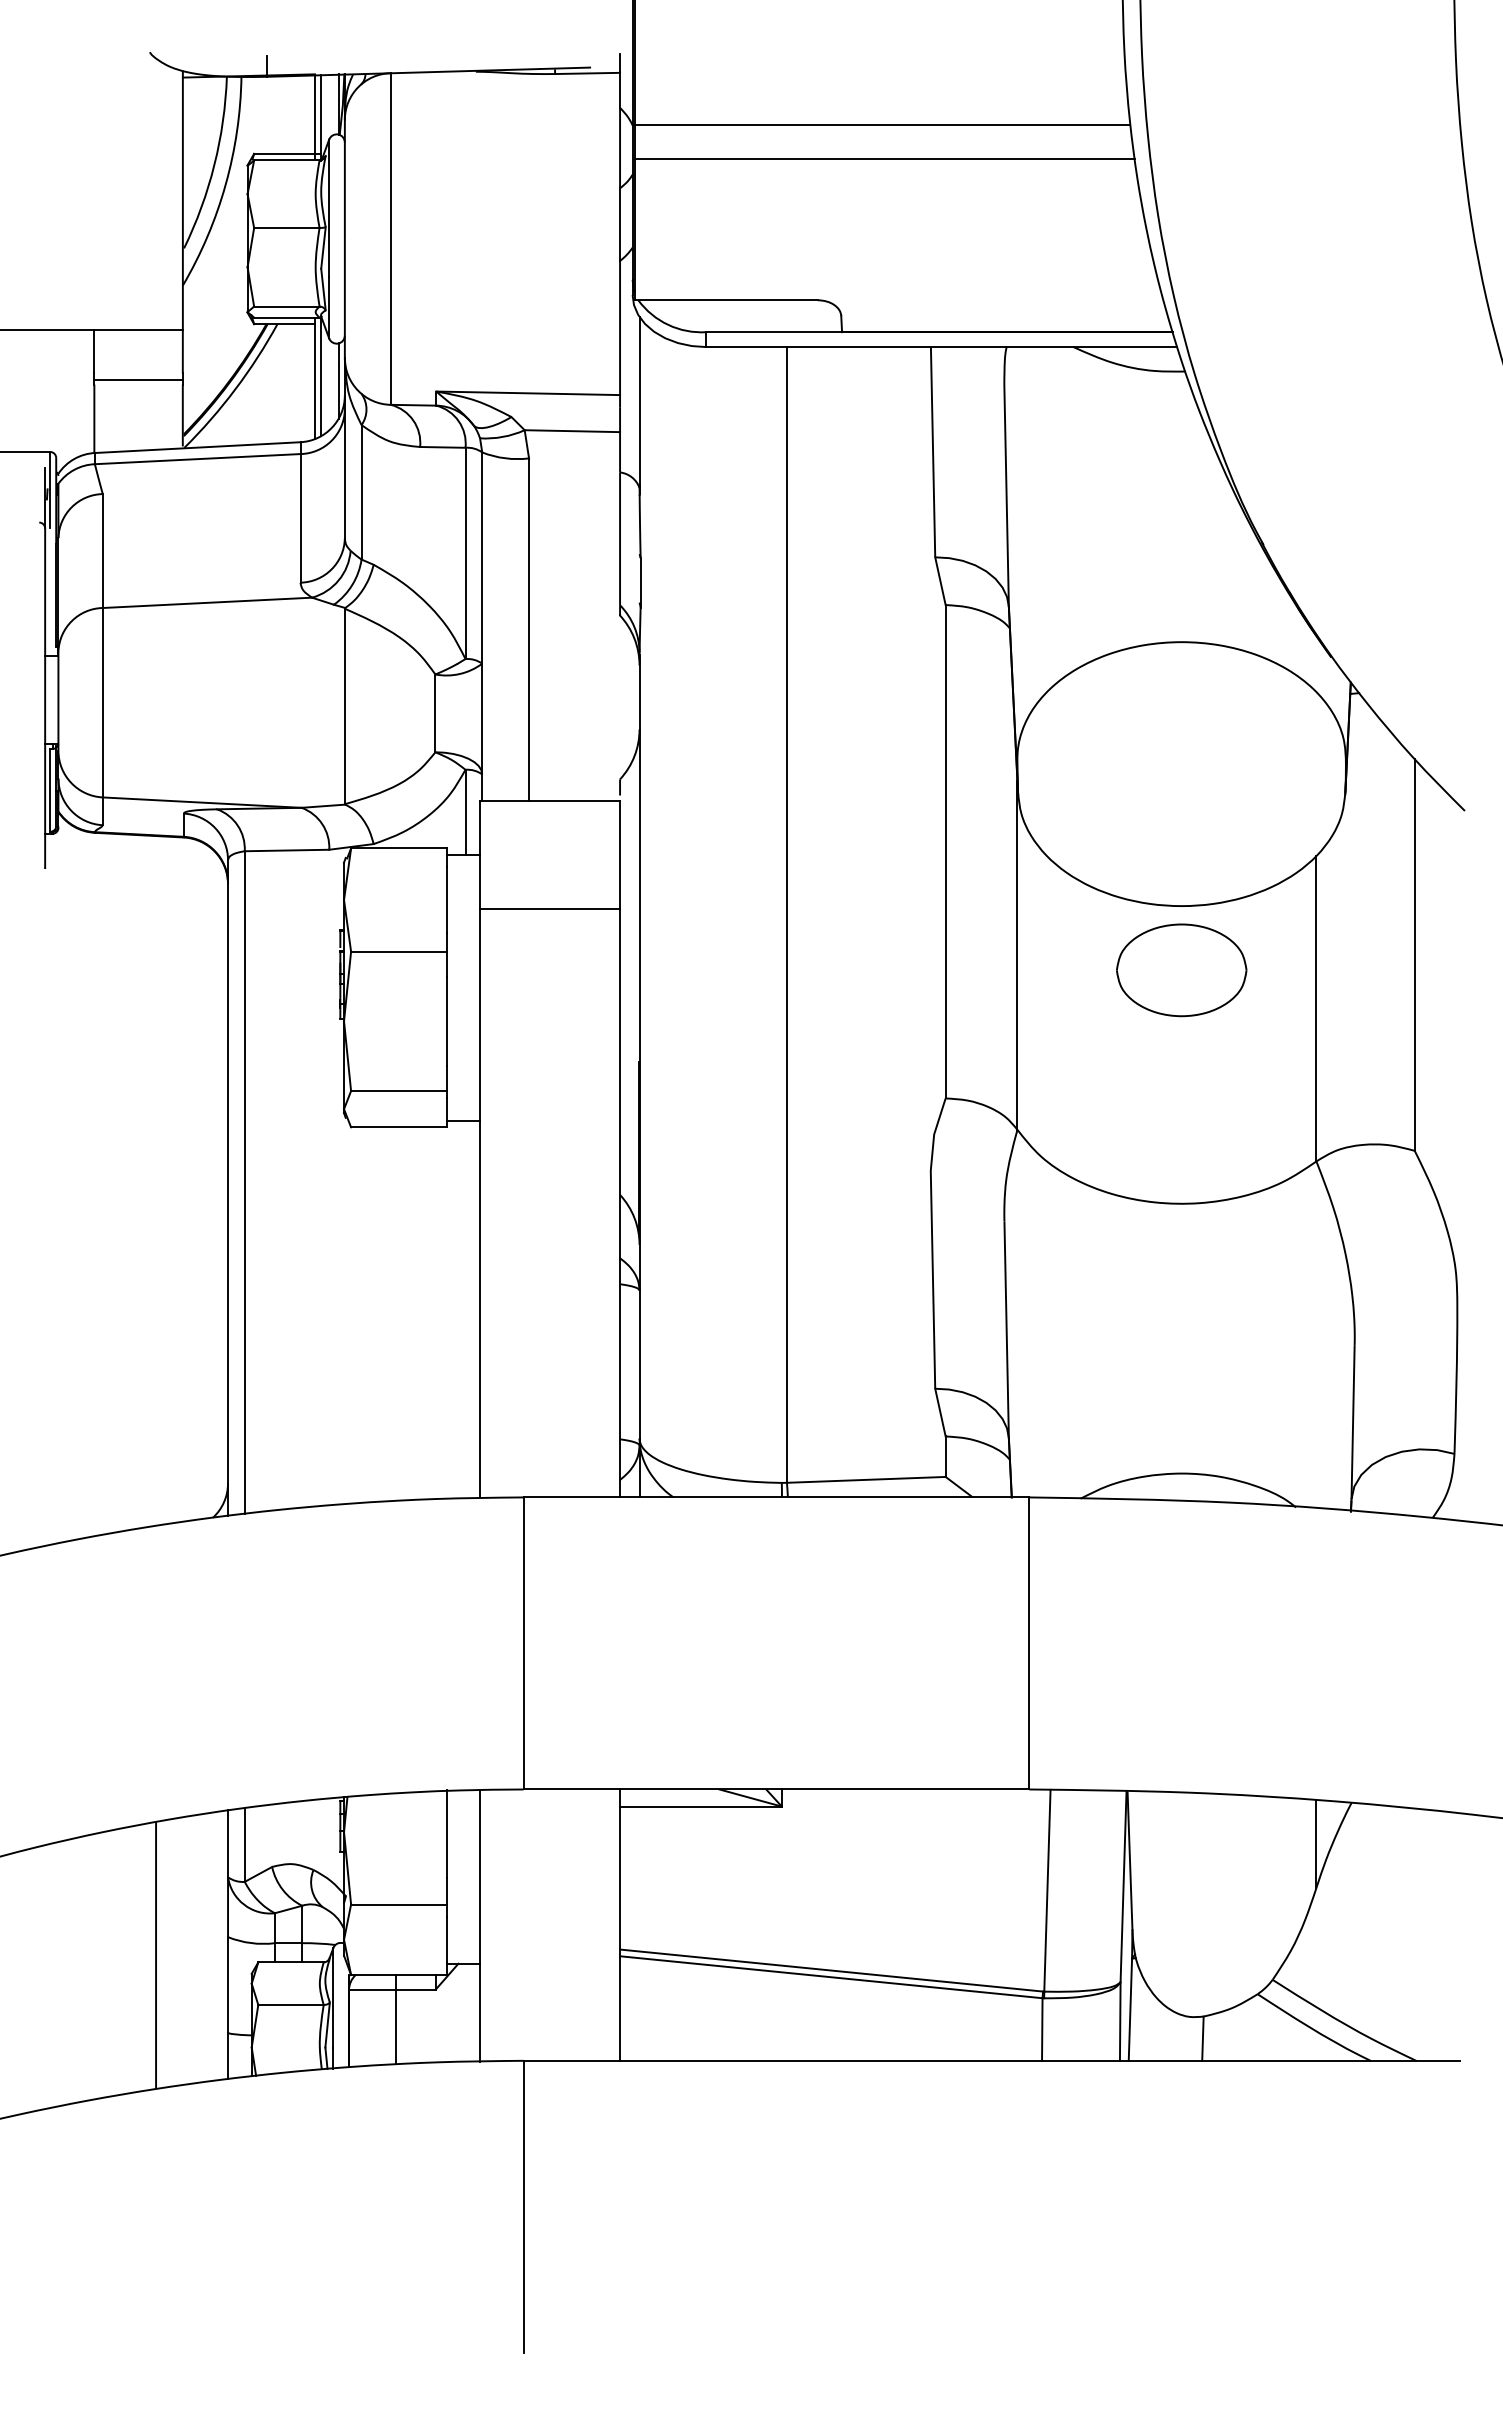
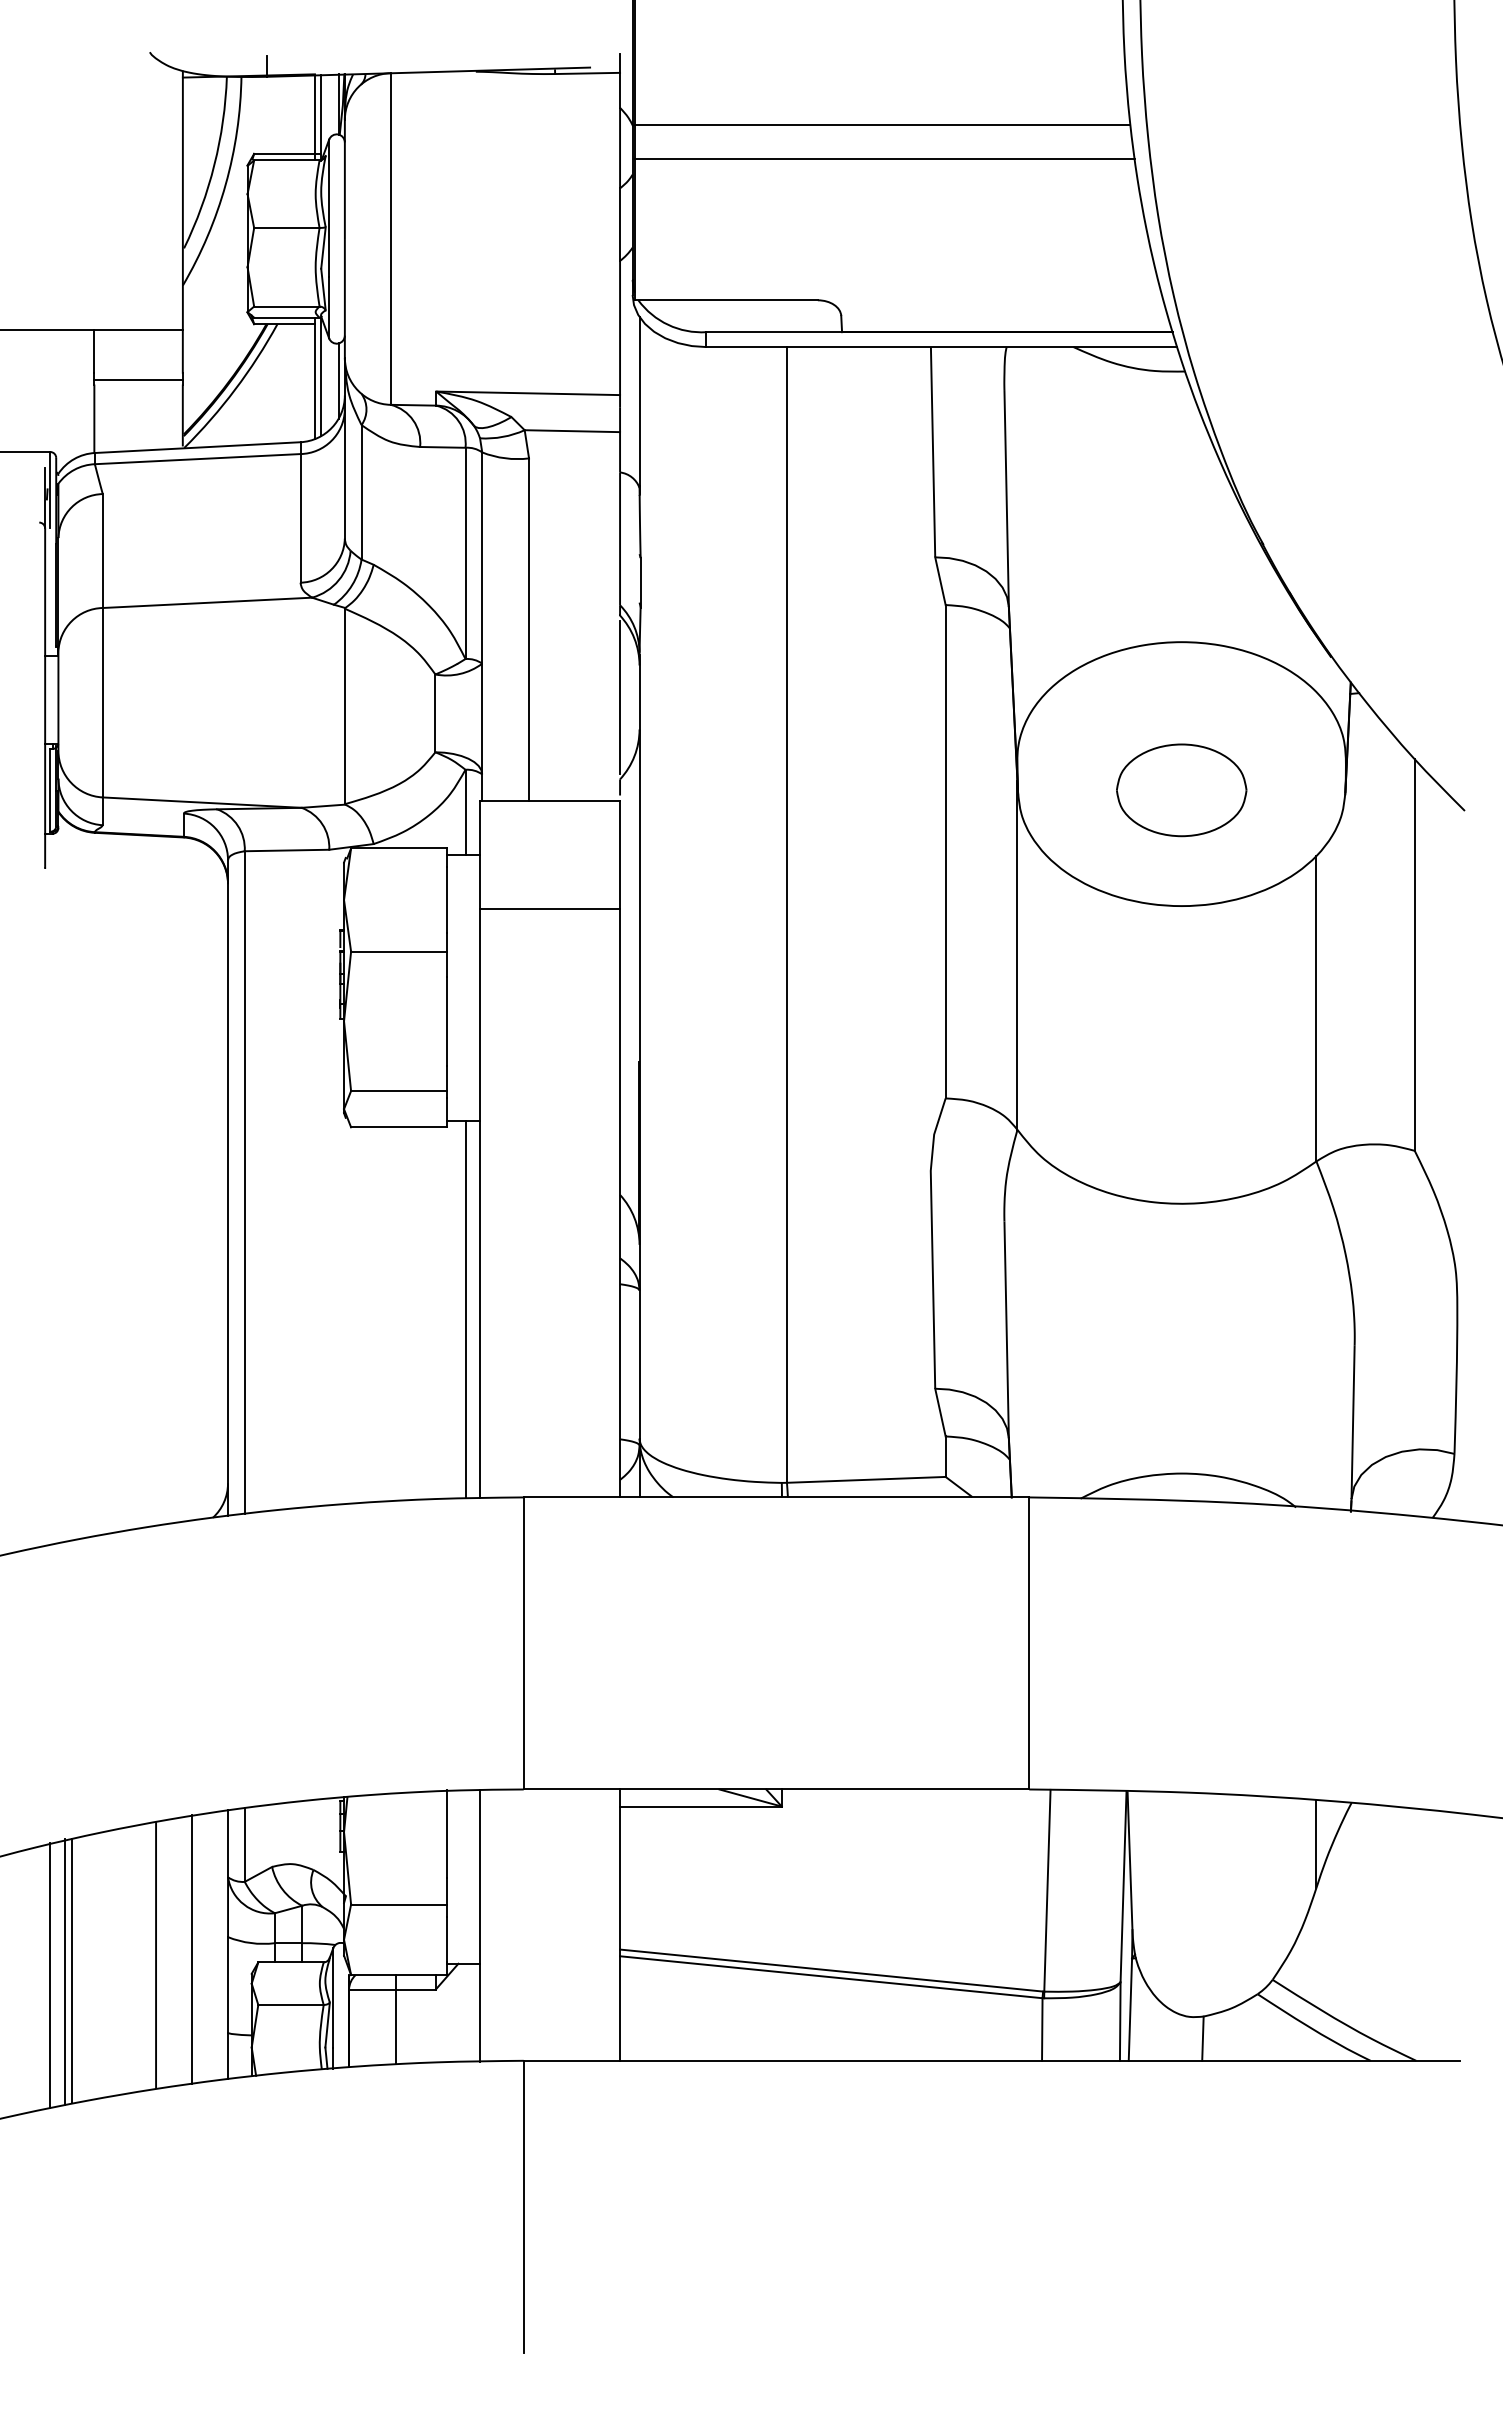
line at (620, 697): none -> present
part at (1181, 970) position: (1181, 970) -> (1181, 790)
line at (465, 1309): none -> present
line at (192, 1948): none -> present
line at (71, 1970): none -> present
line at (64, 1971): none -> present
line at (49, 1975): none -> present
